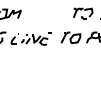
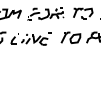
part at (45, 13): none -> present
